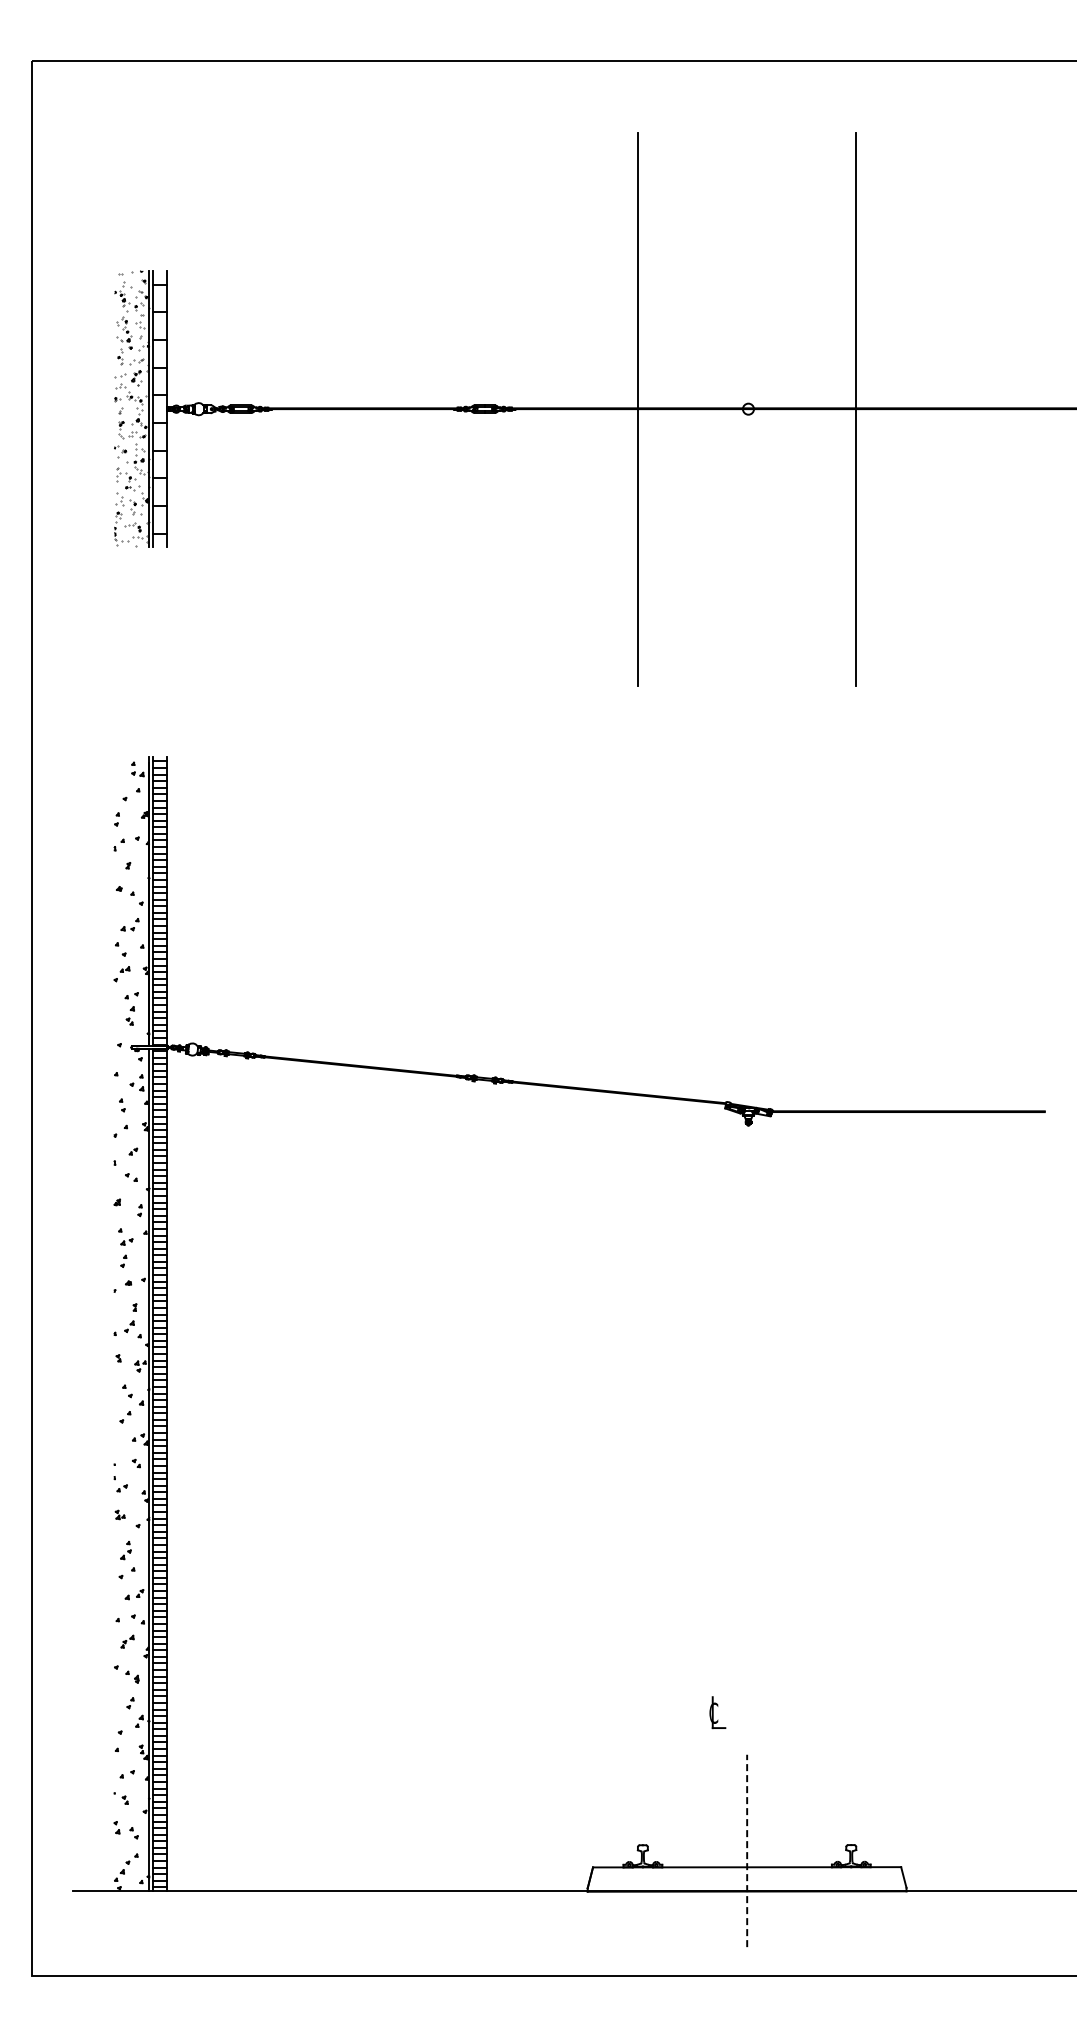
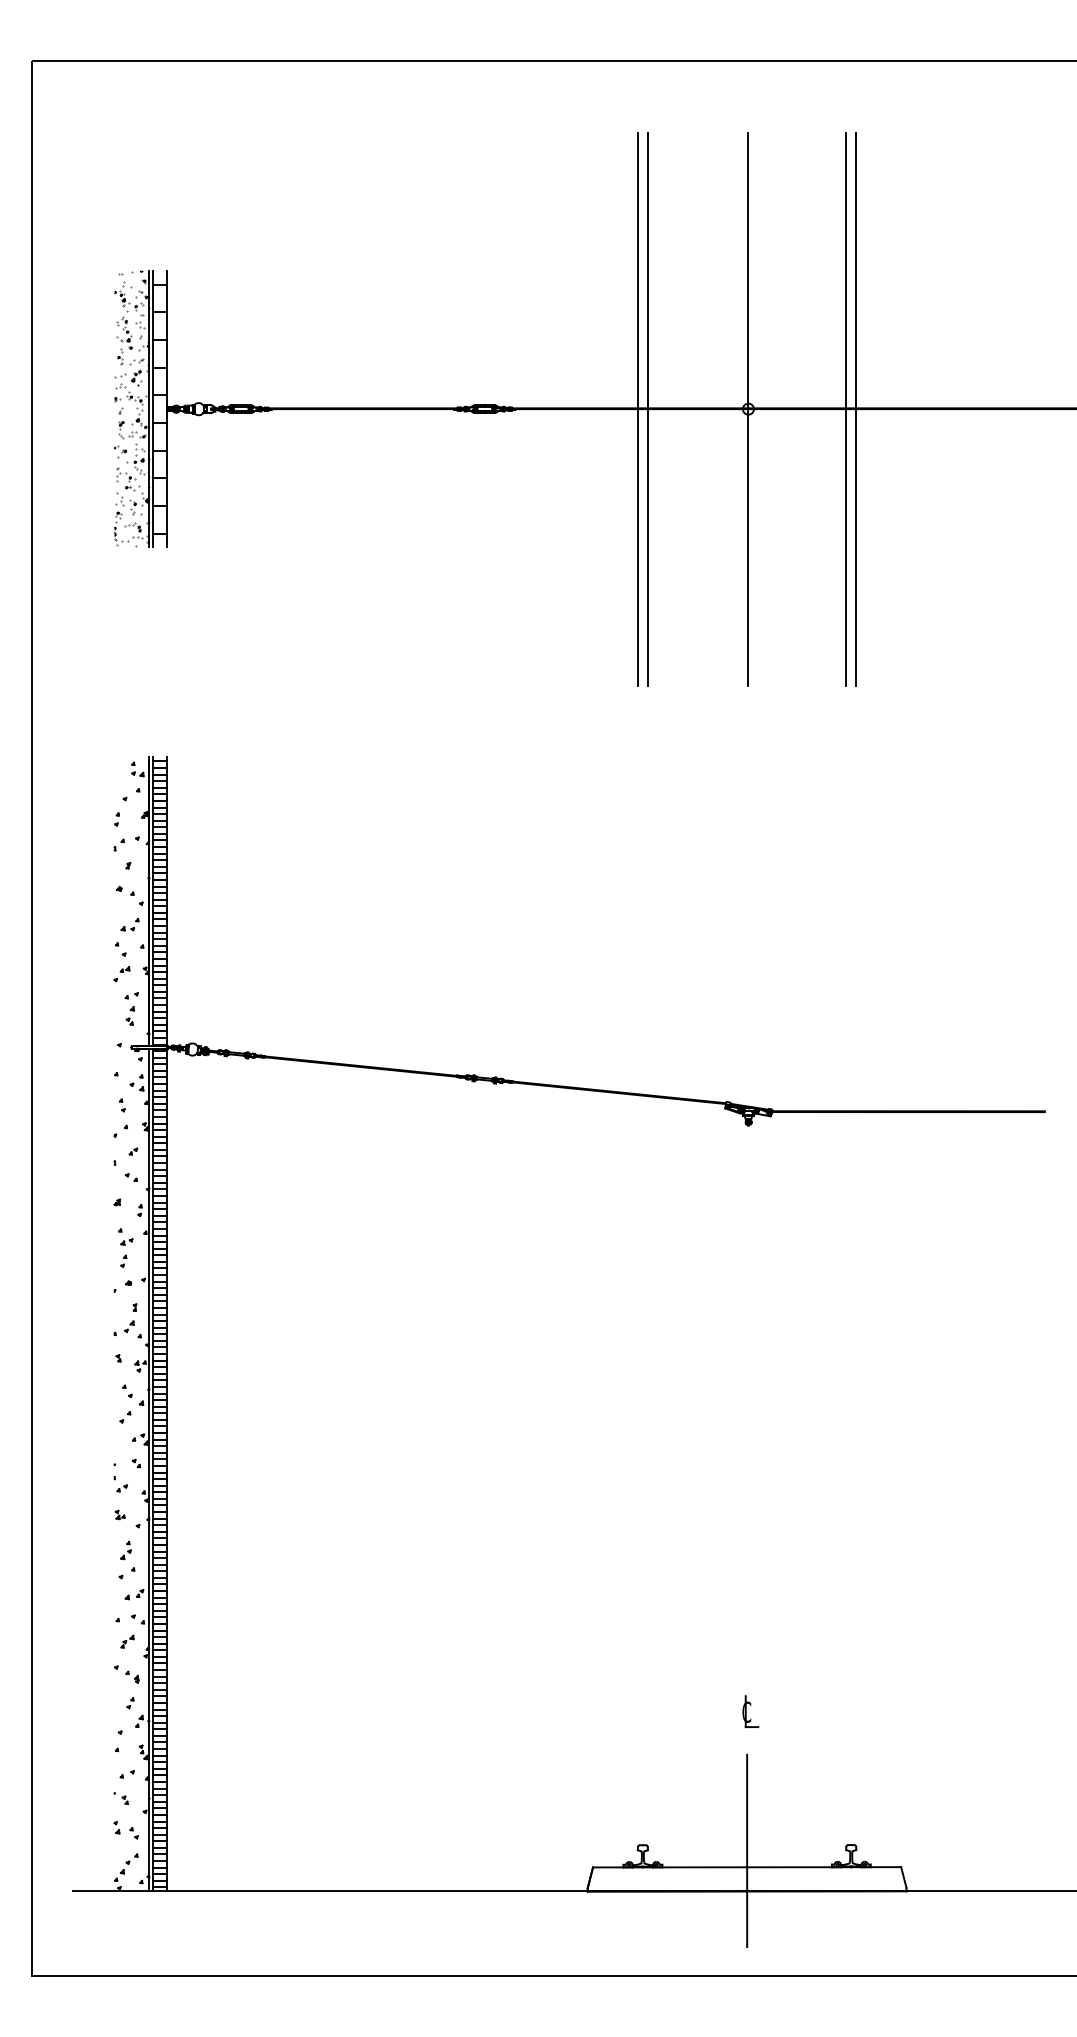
line at (647, 408): none -> present
line at (748, 408): none -> present
line at (846, 408): none -> present
part at (717, 1712) position: (717, 1712) -> (750, 1711)
line at (747, 1850): dashed -> solid
